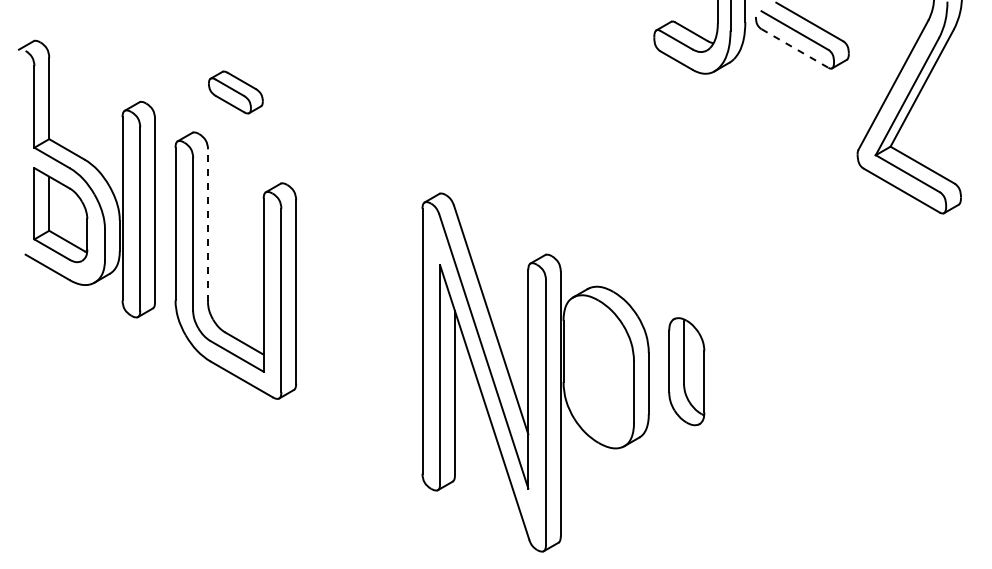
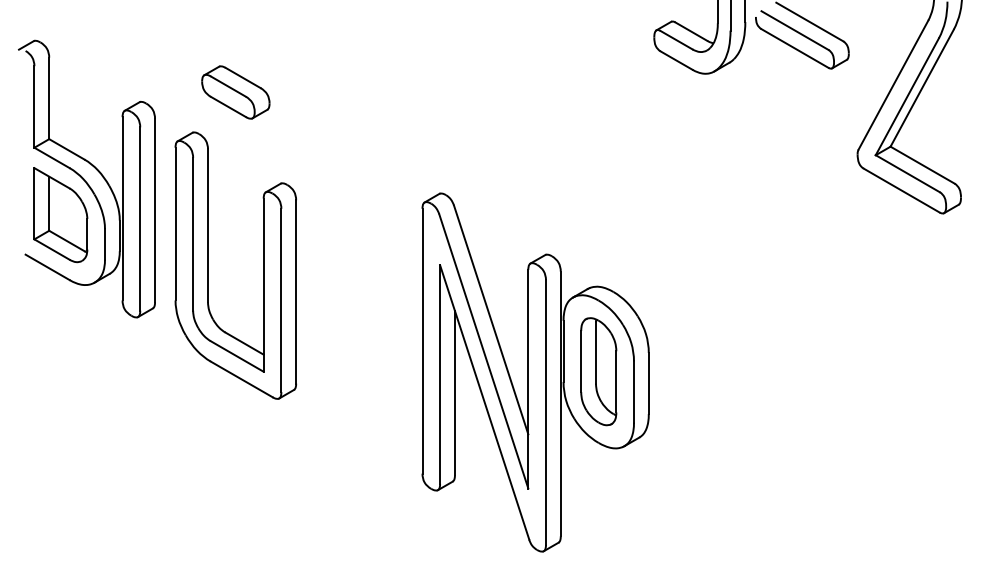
line at (794, 48): dashed -> solid
part at (235, 92) size: 56x45 px -> 70x55 px
line at (208, 225): dashed -> solid
part at (686, 371) position: (686, 371) -> (598, 371)
